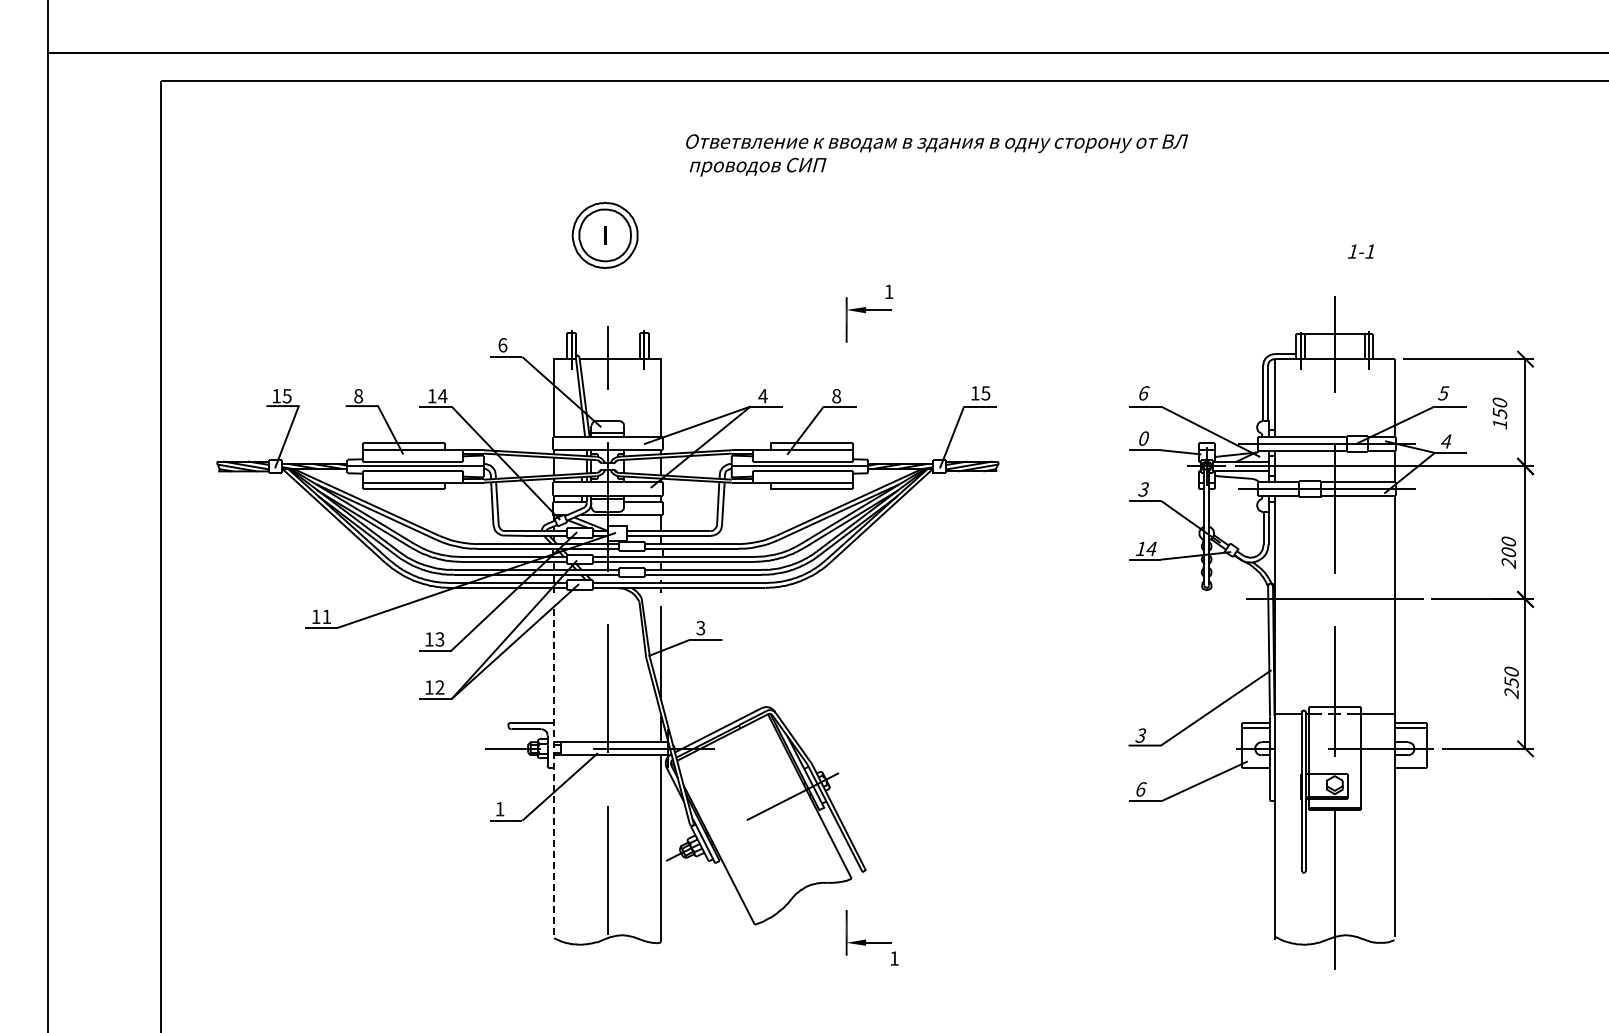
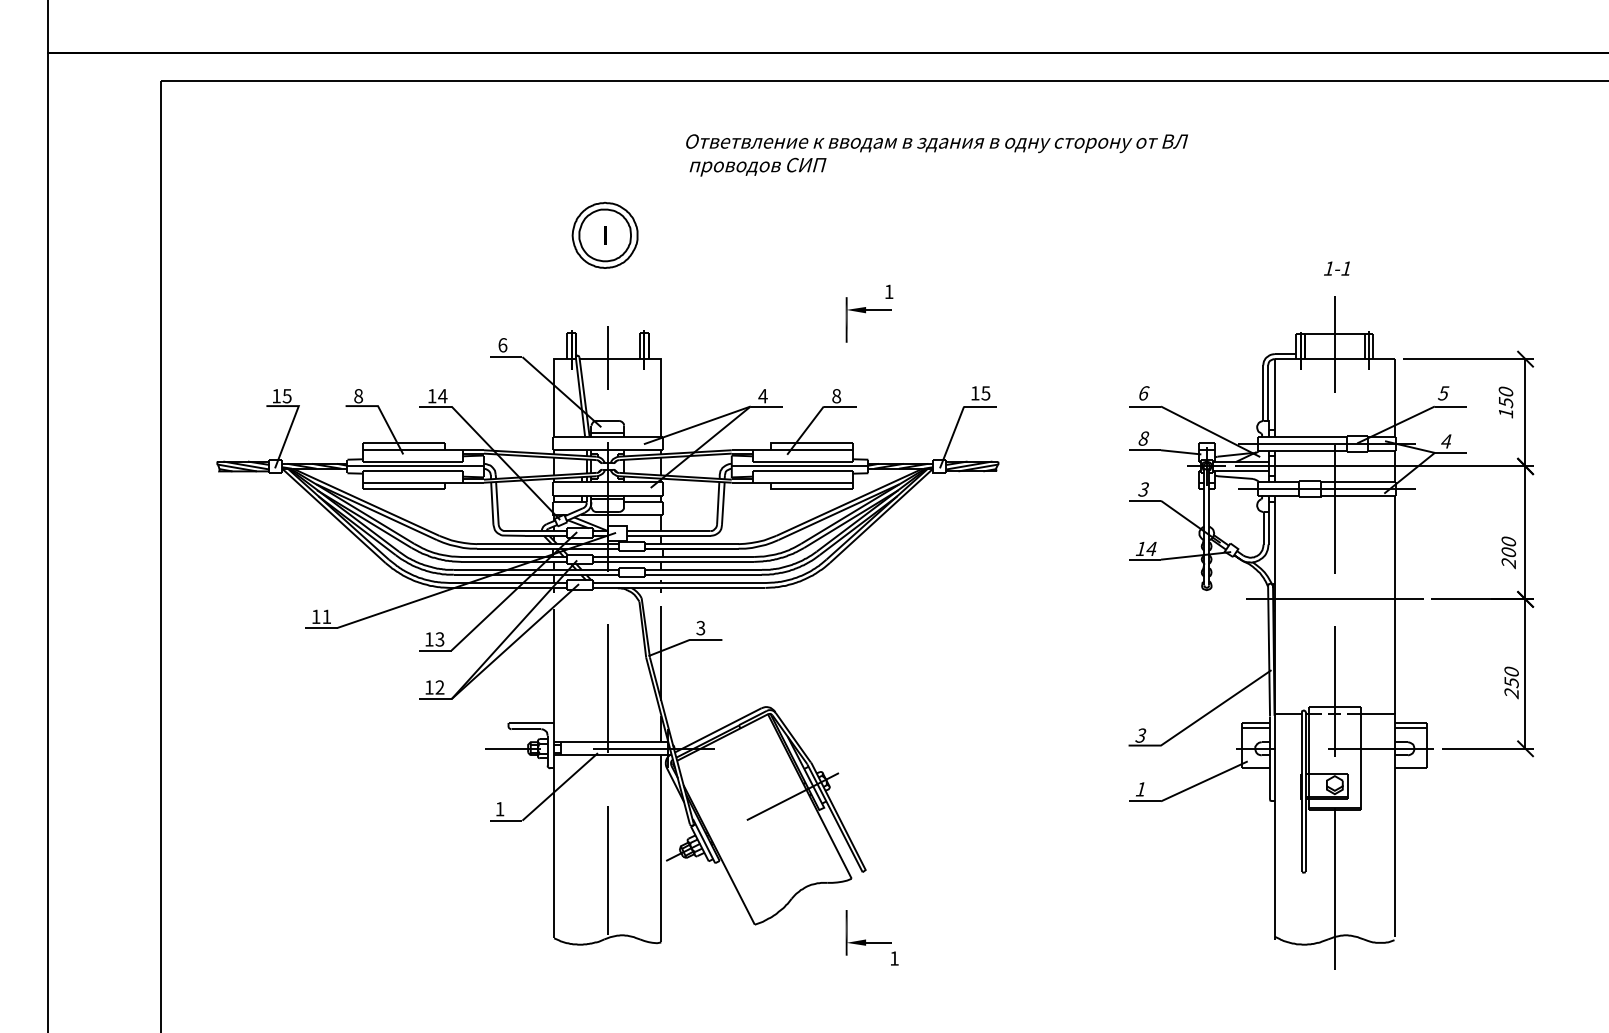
text at (1360, 251) position: (1360, 251) -> (1336, 268)
text at (1499, 413) position: (1499, 413) -> (1505, 402)
text at (1143, 438): 0 -> 8
line at (554, 773): dashed -> solid
text at (1141, 789): 6 -> 1
